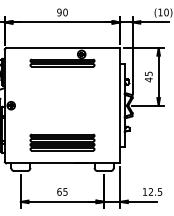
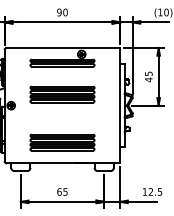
part at (62, 94): none -> present
